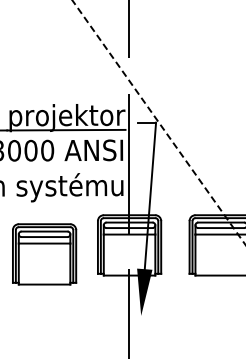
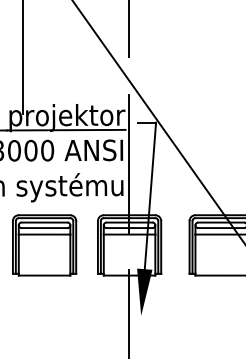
line at (23, 58): none -> present
line at (159, 123): dashed -> solid
part at (44, 254) position: (44, 254) -> (44, 245)
